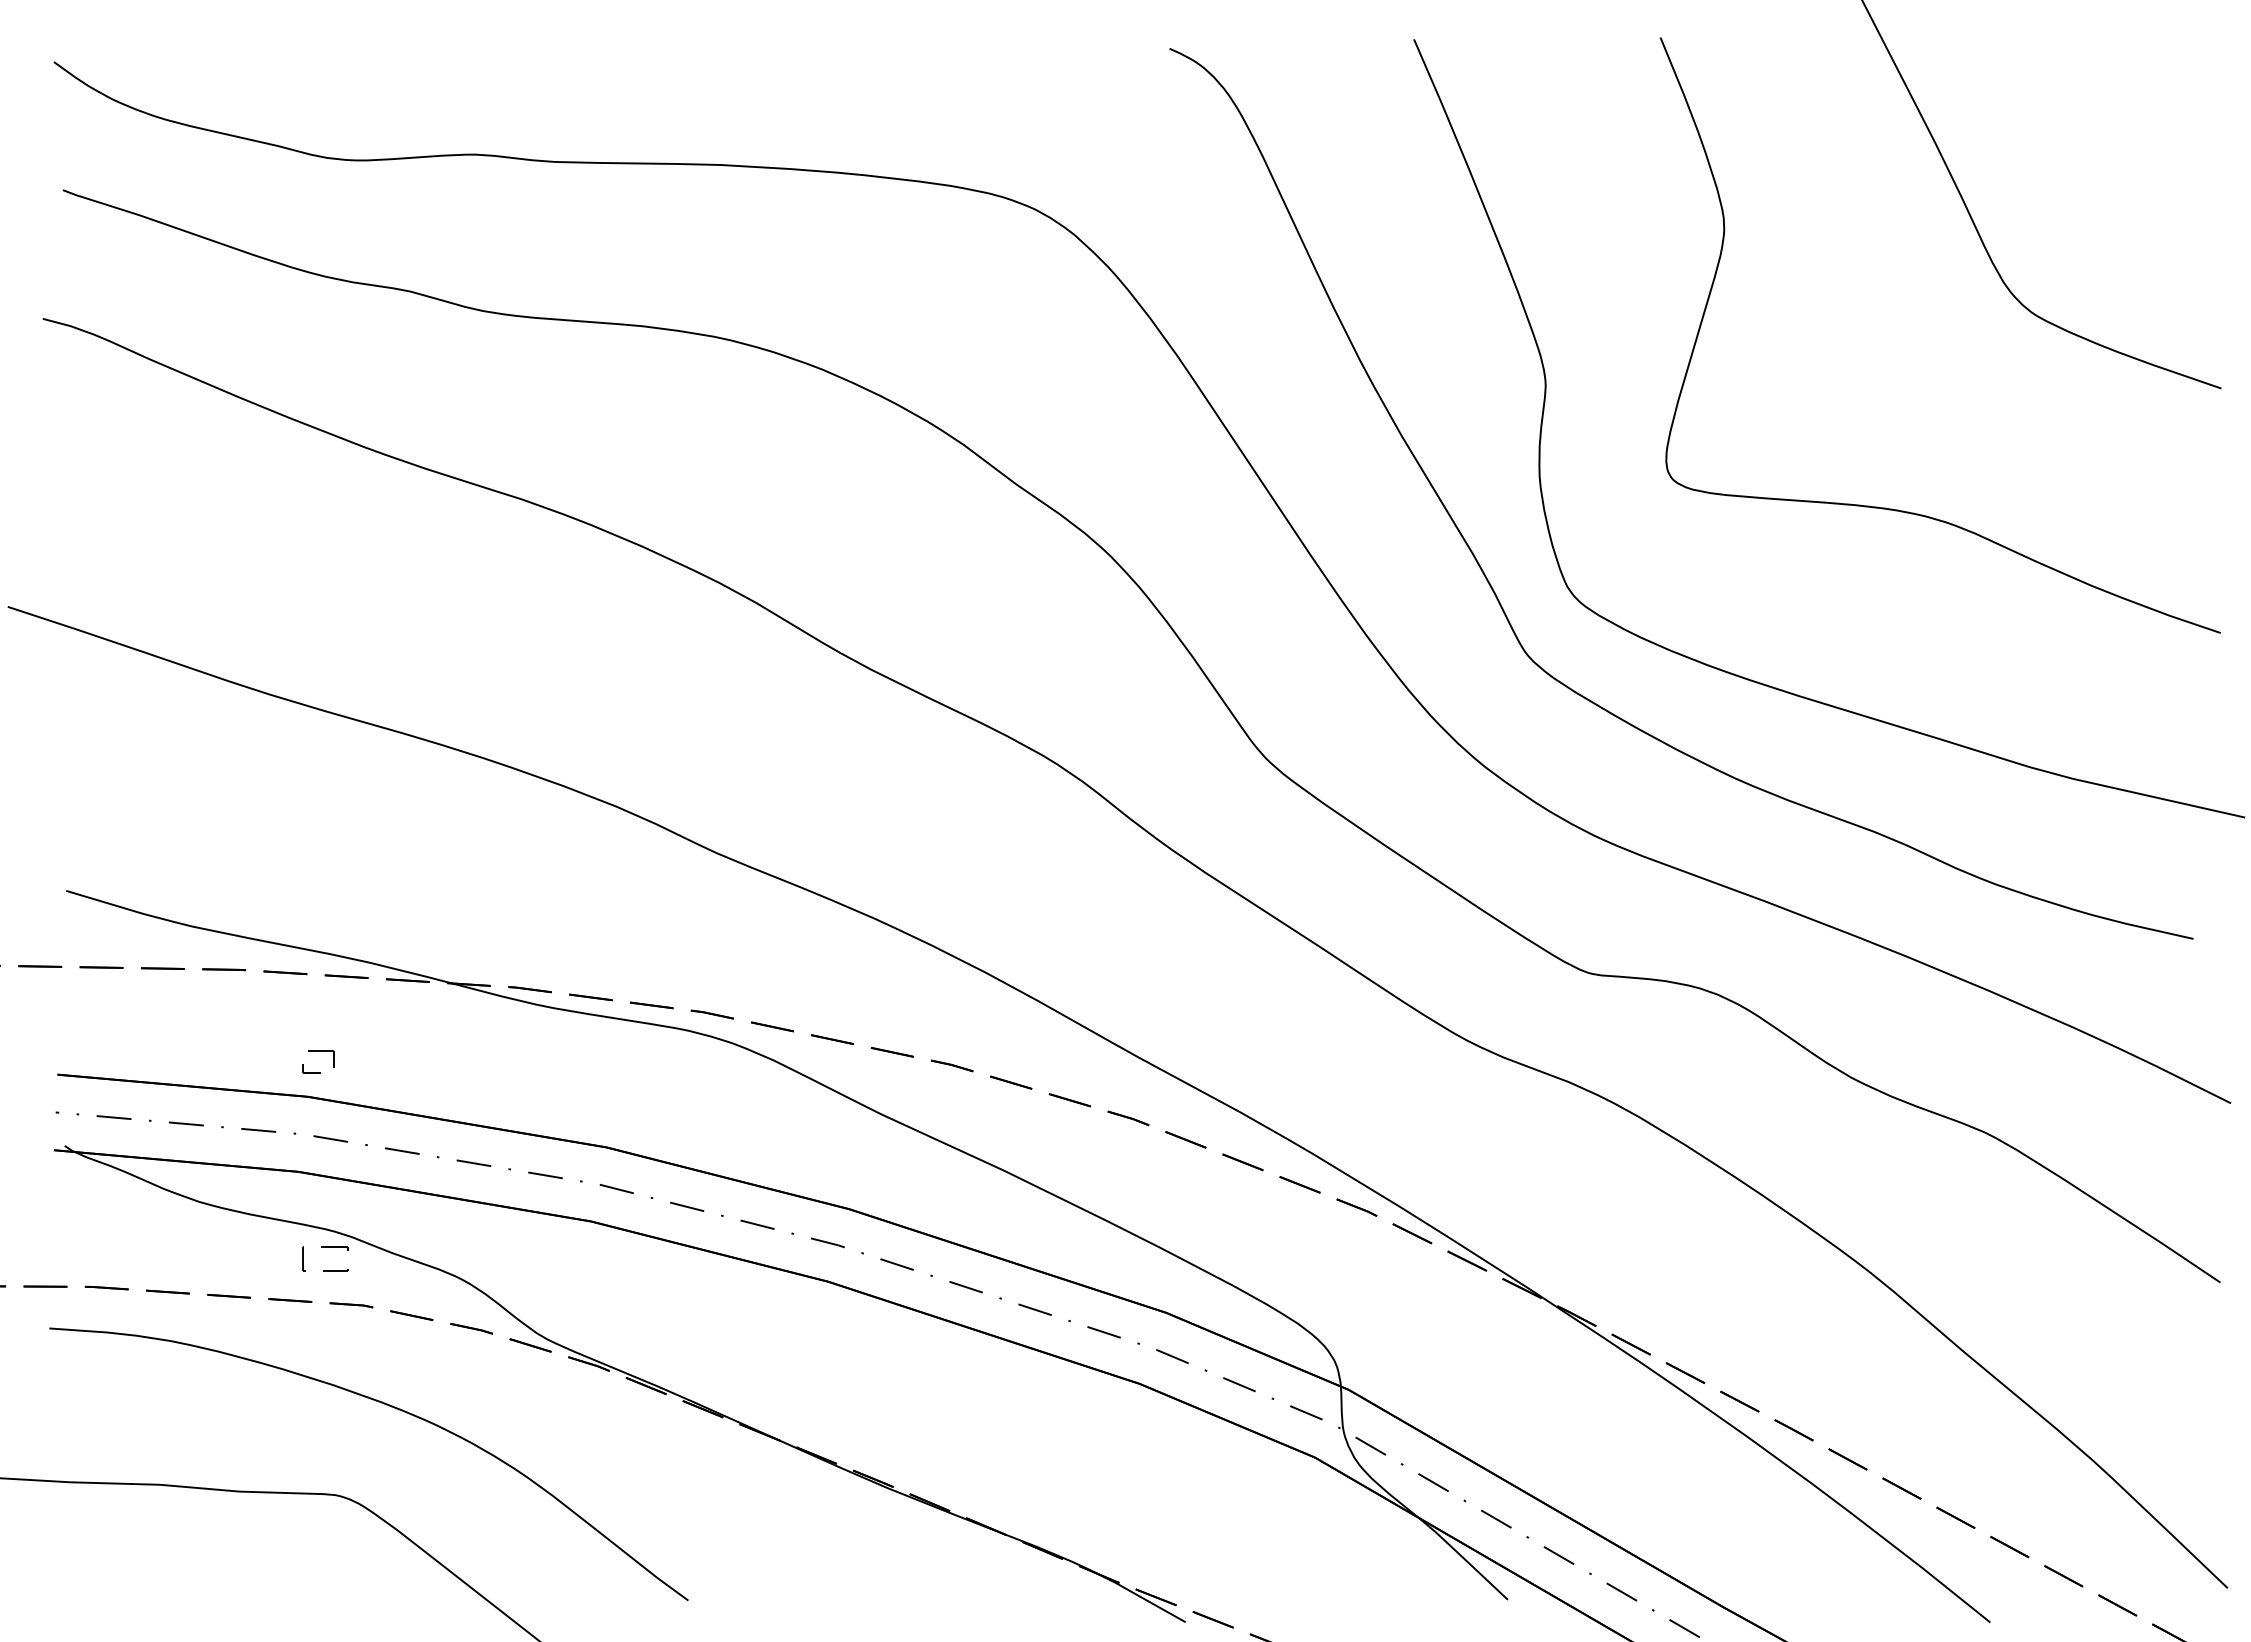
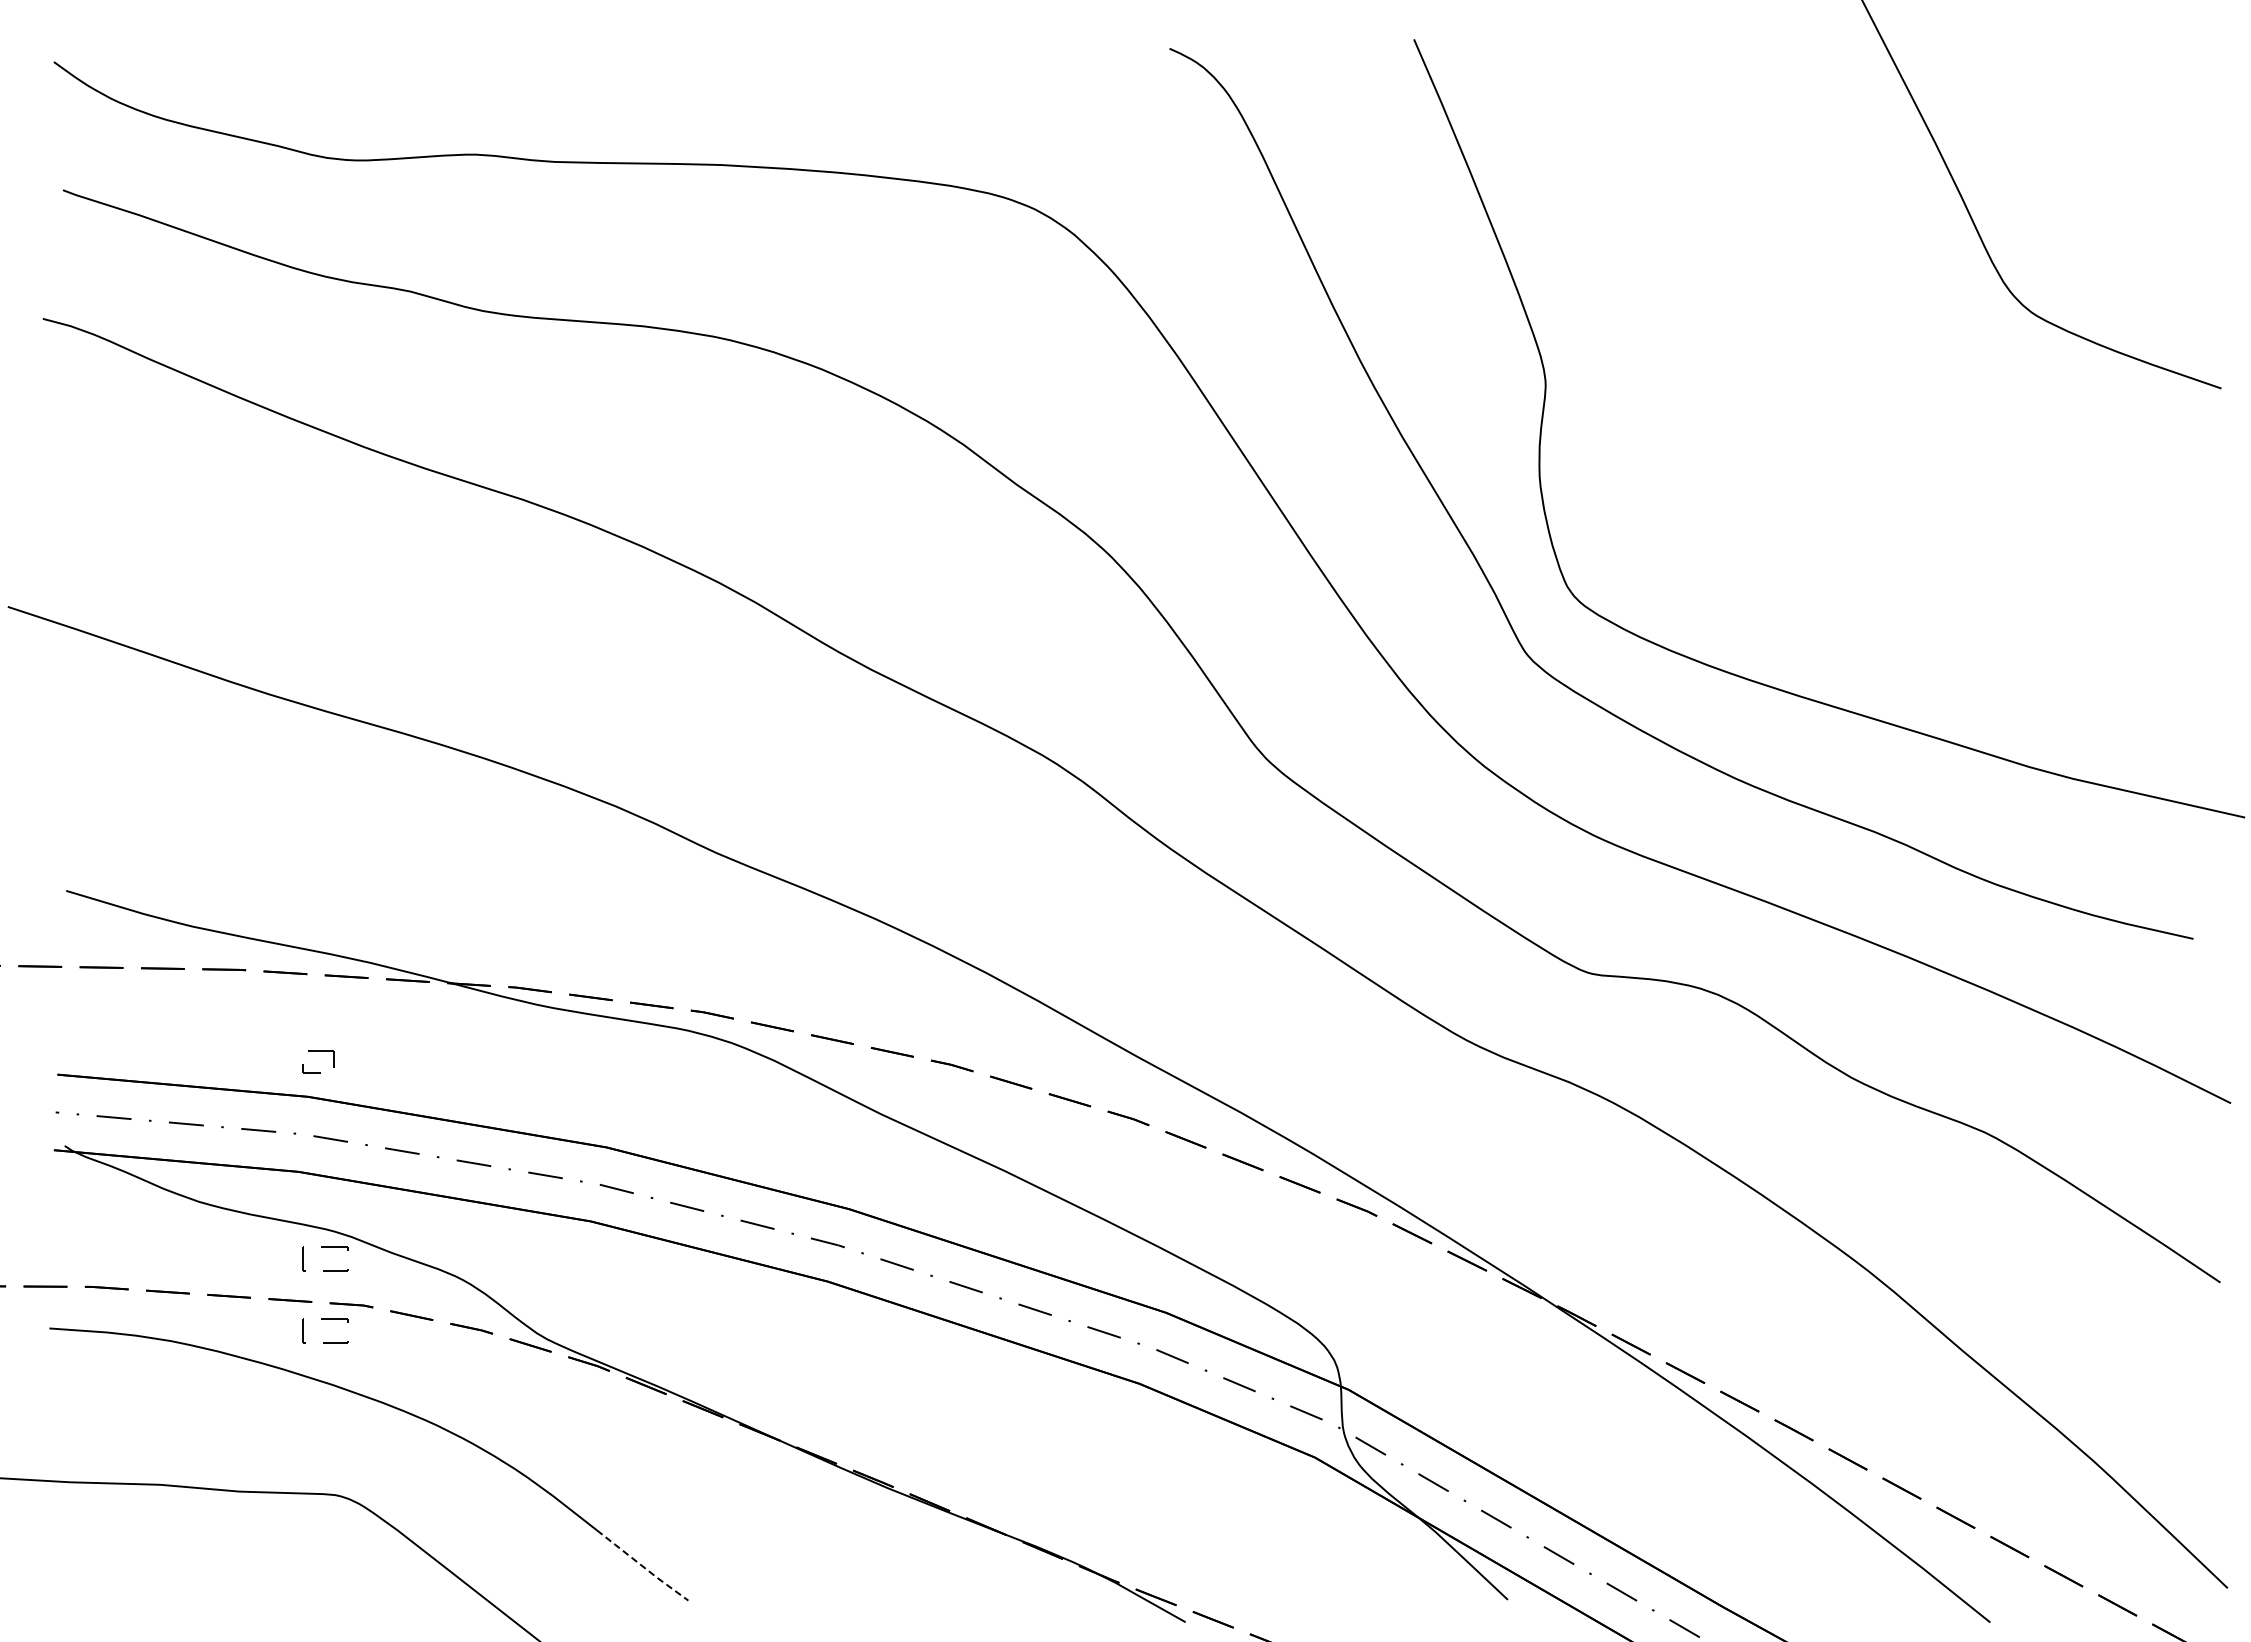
curve at (1903, 510): present -> none
part at (325, 1319): none -> present
line at (643, 1566): solid -> dashed
